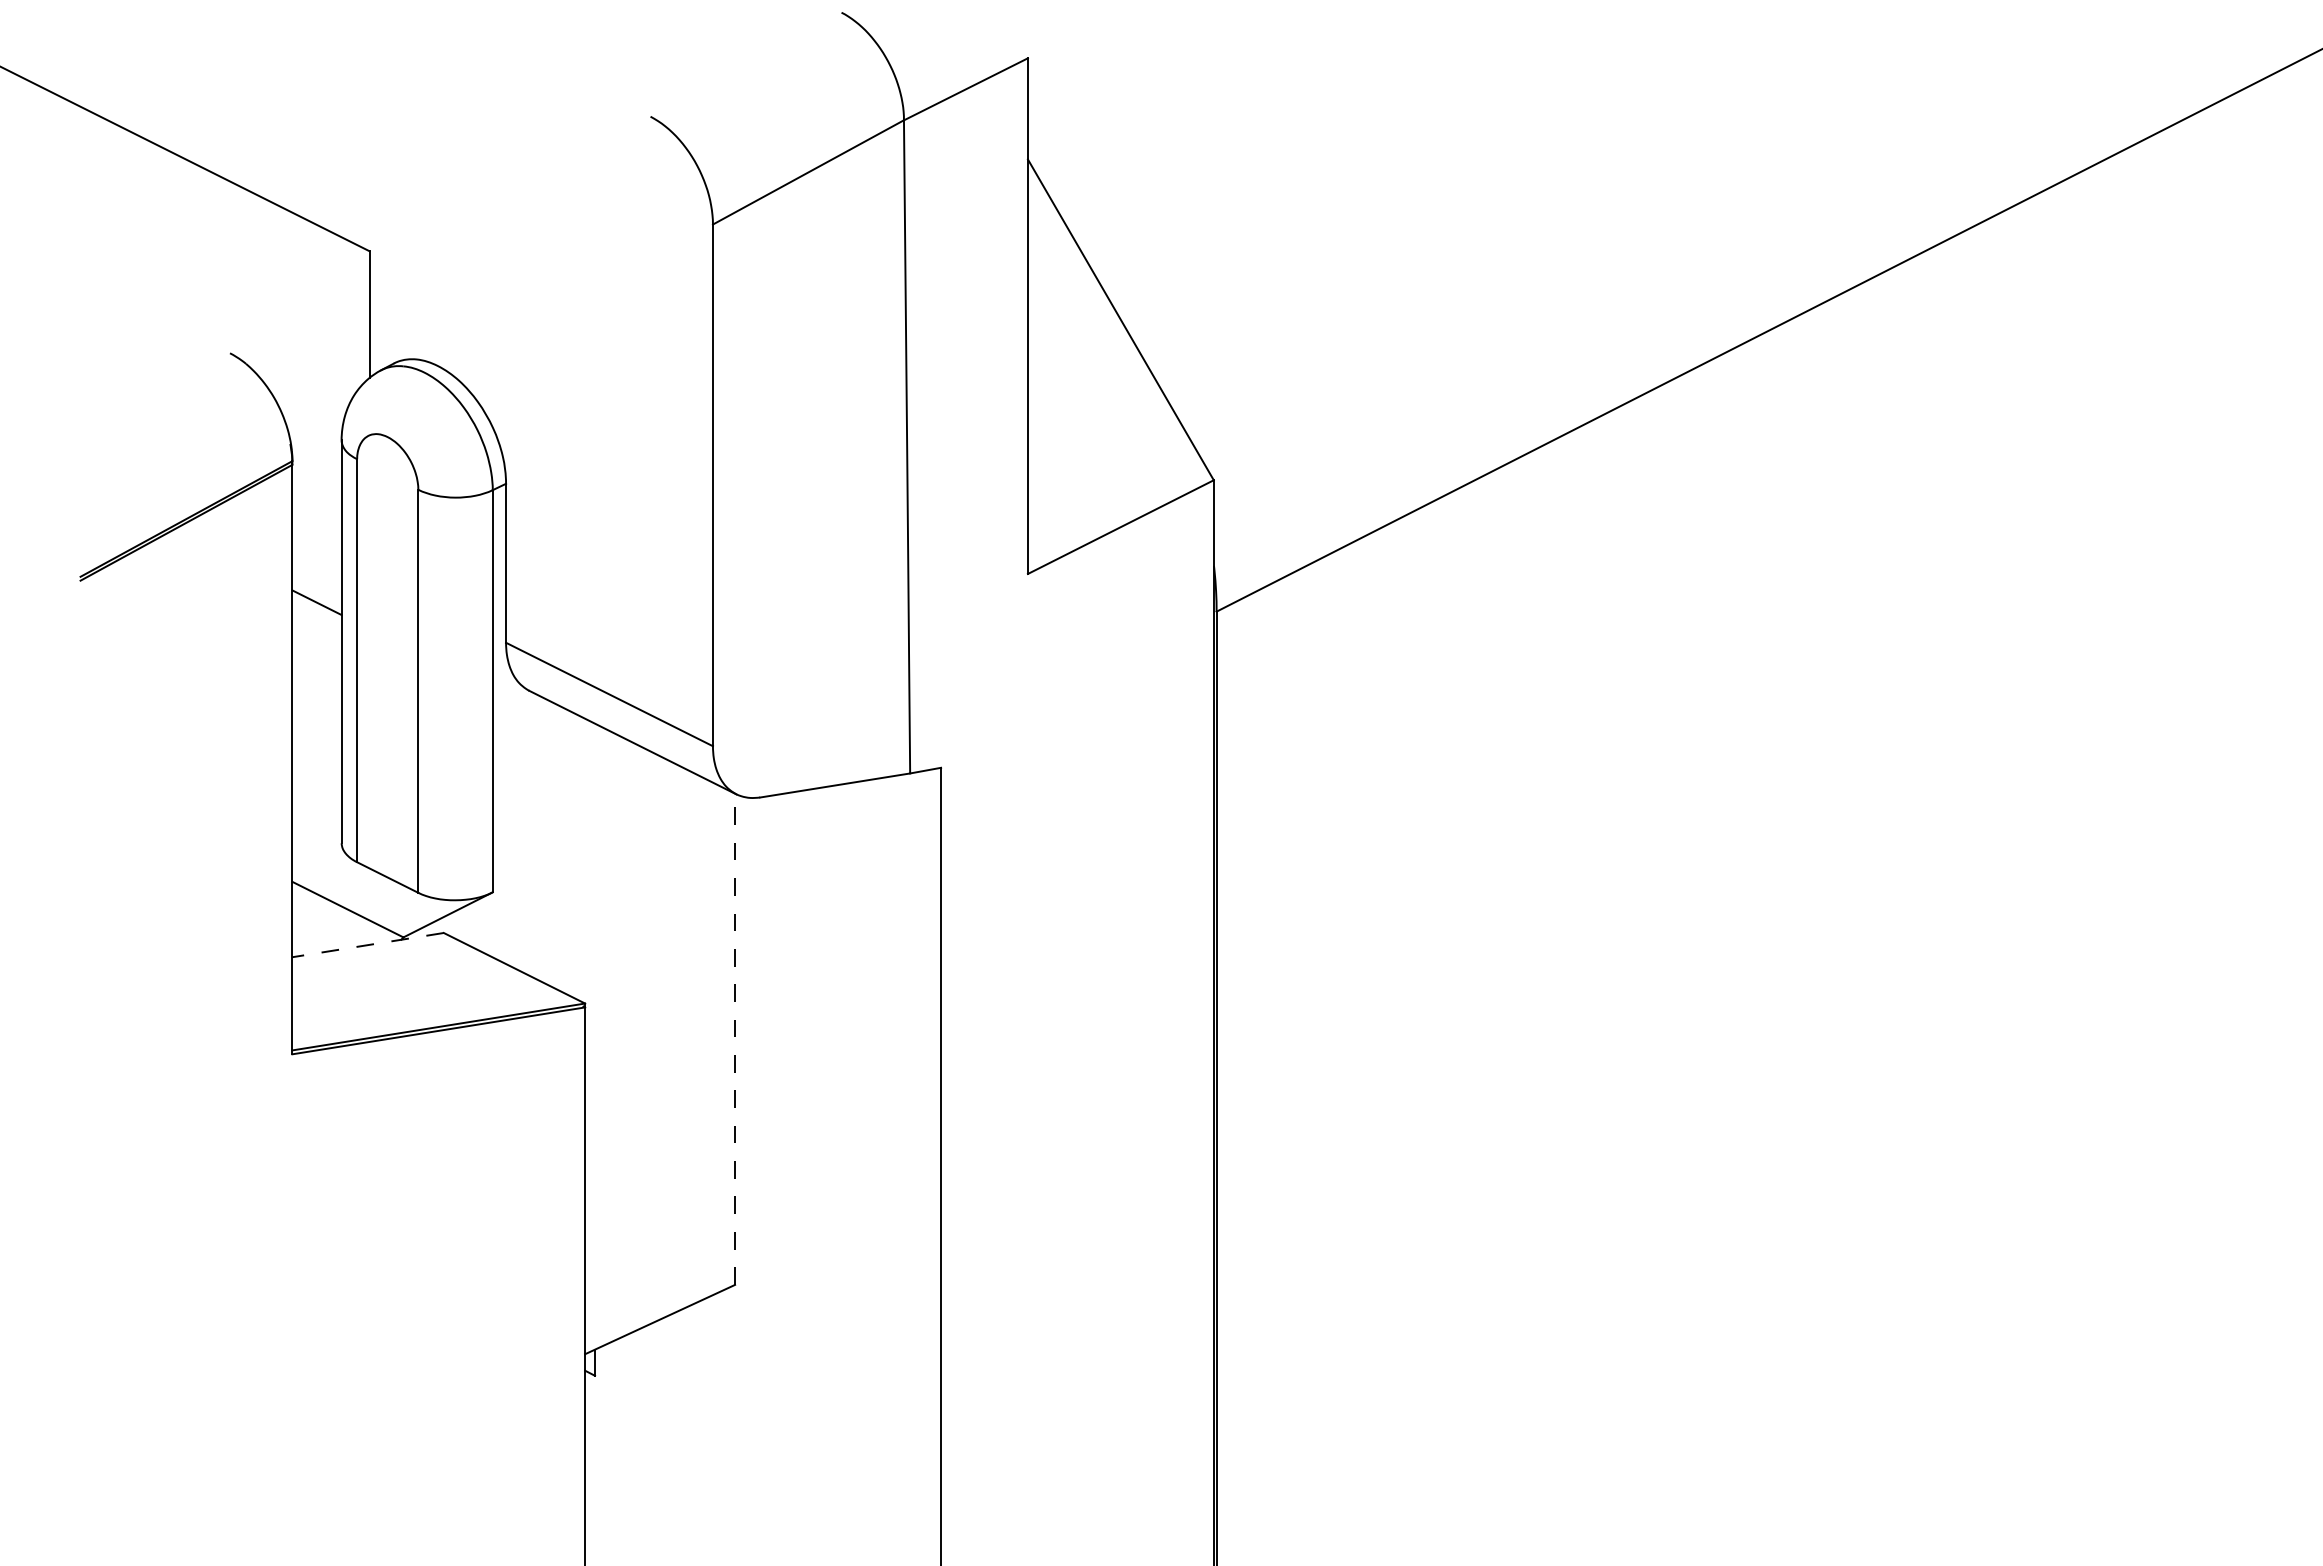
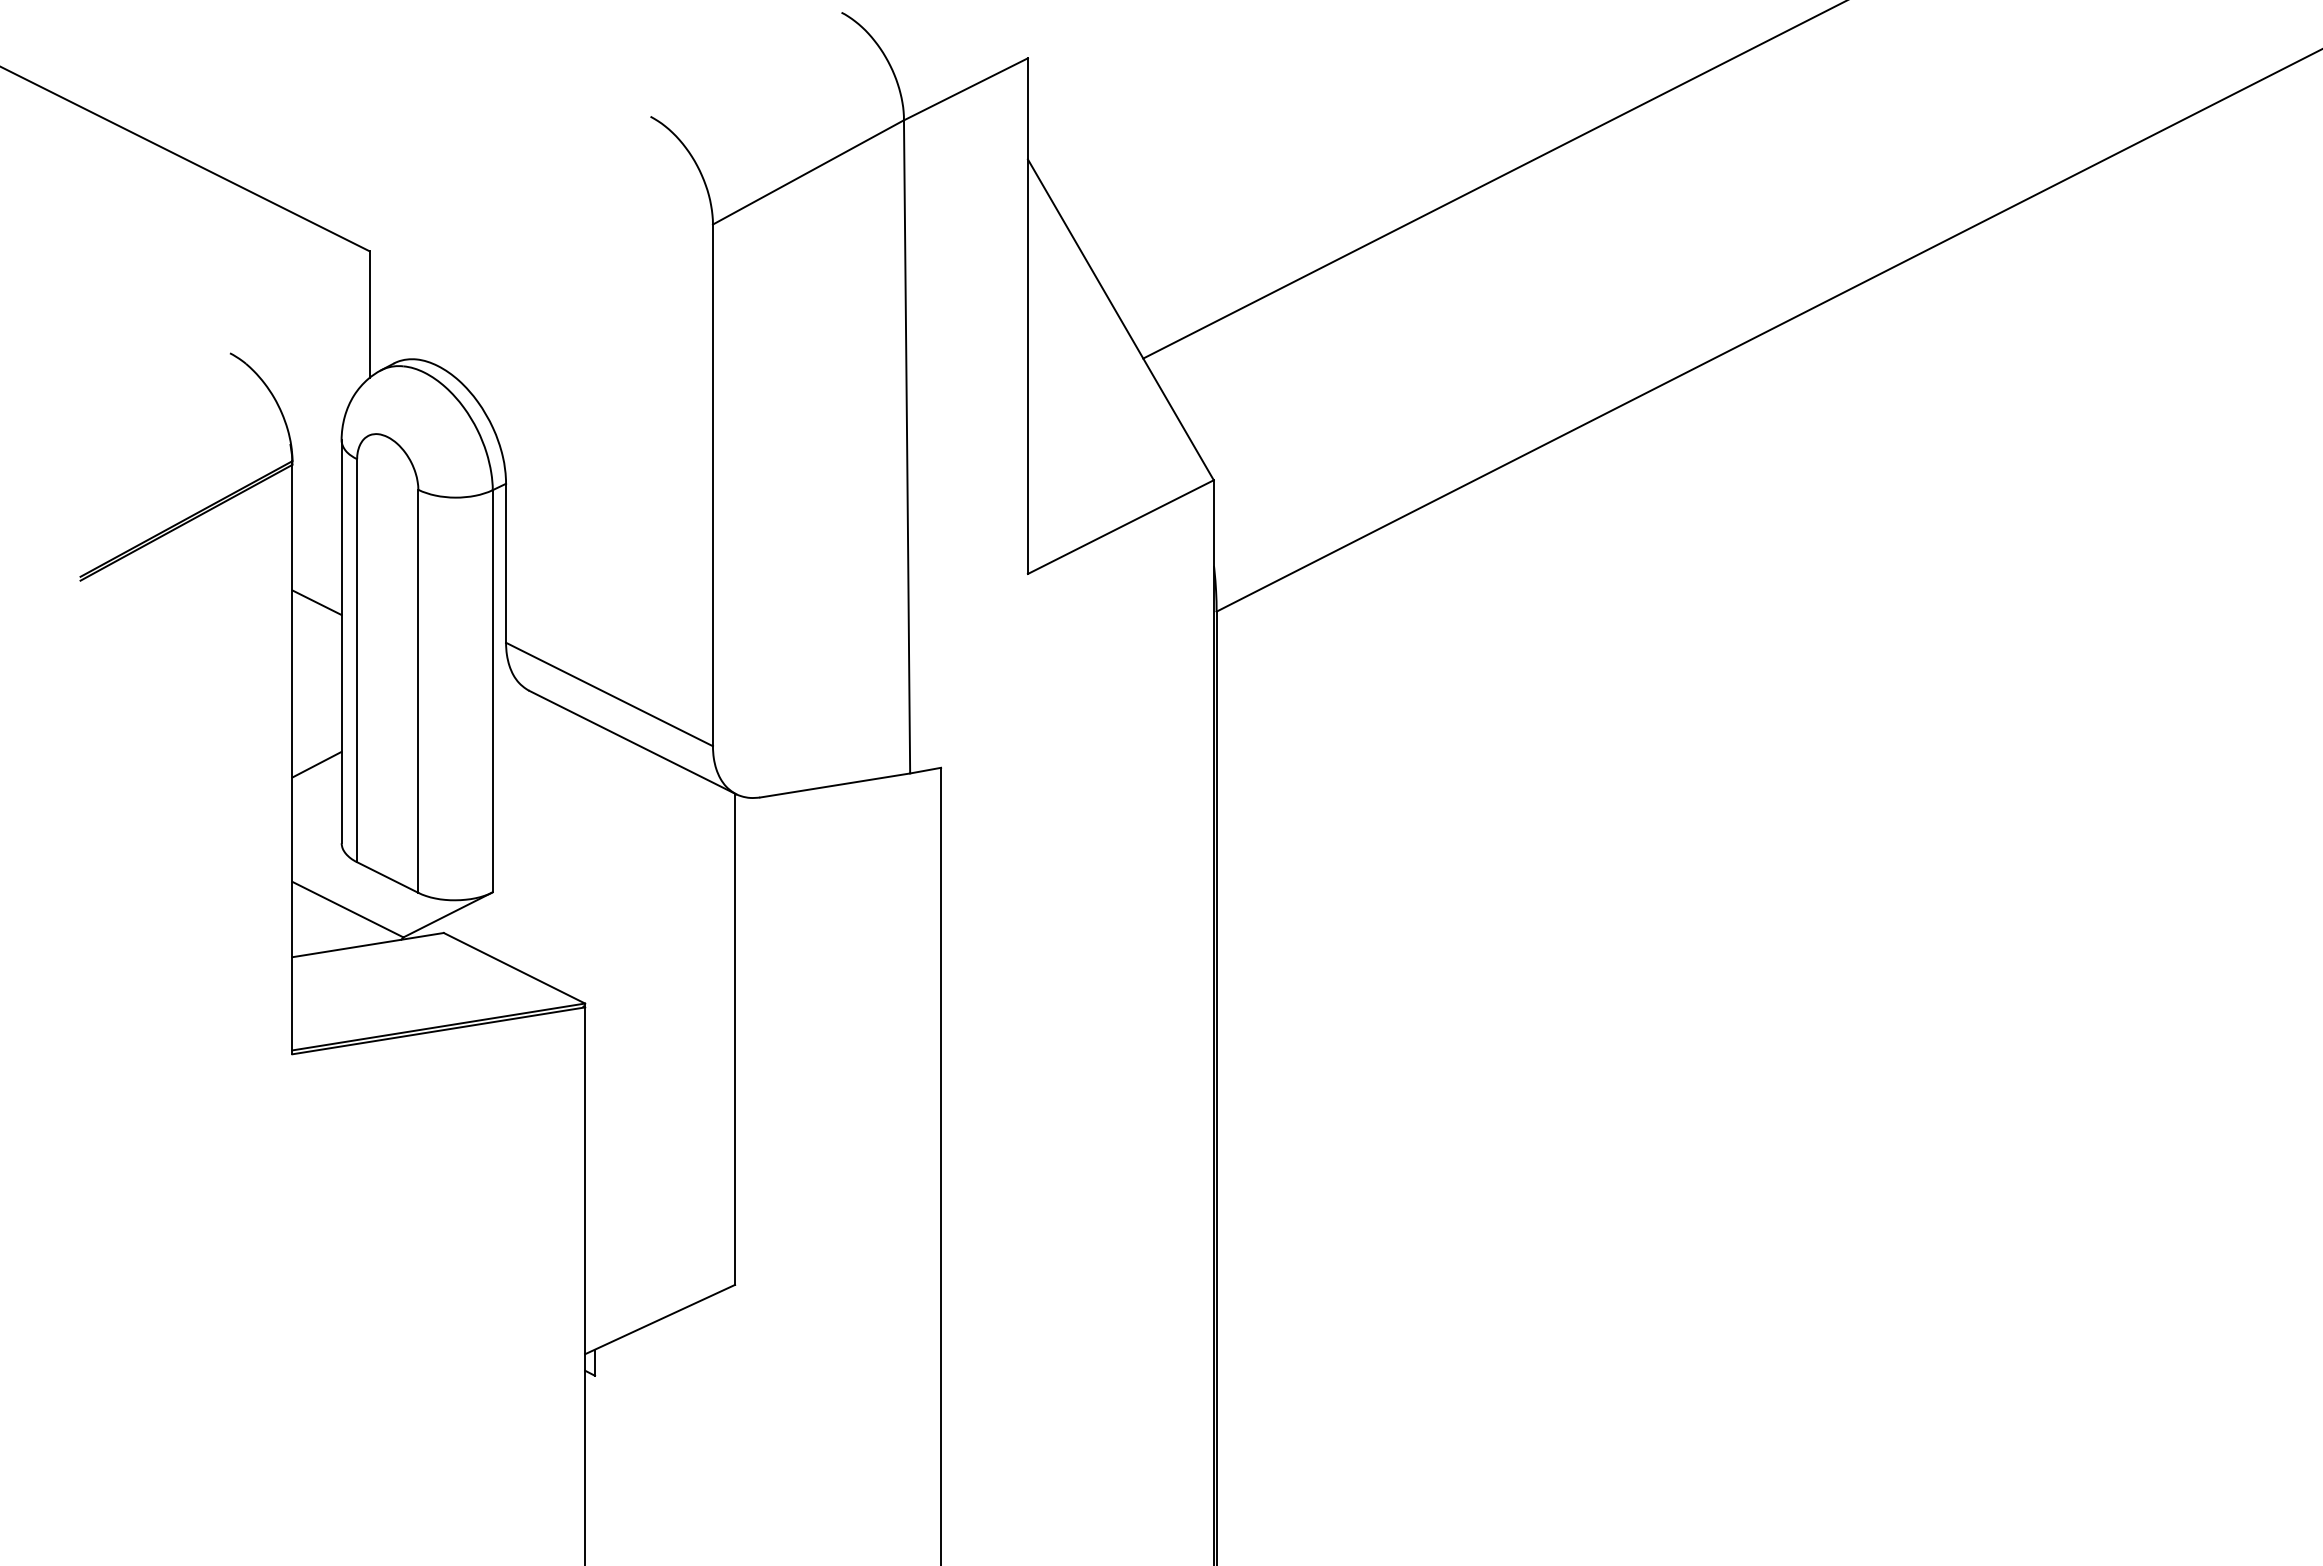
line at (1493, 180): none -> present
line at (316, 764): none -> present
line at (368, 945): dashed -> solid
line at (735, 1039): dashed -> solid
